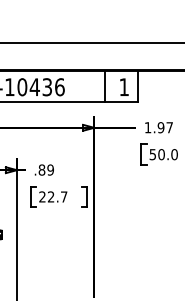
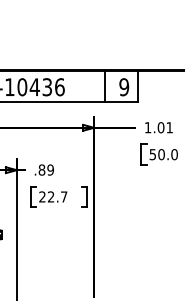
line at (91, 42): present -> none
text at (124, 87): 1 -> 9
text at (164, 127): 1.97 -> 1.01
